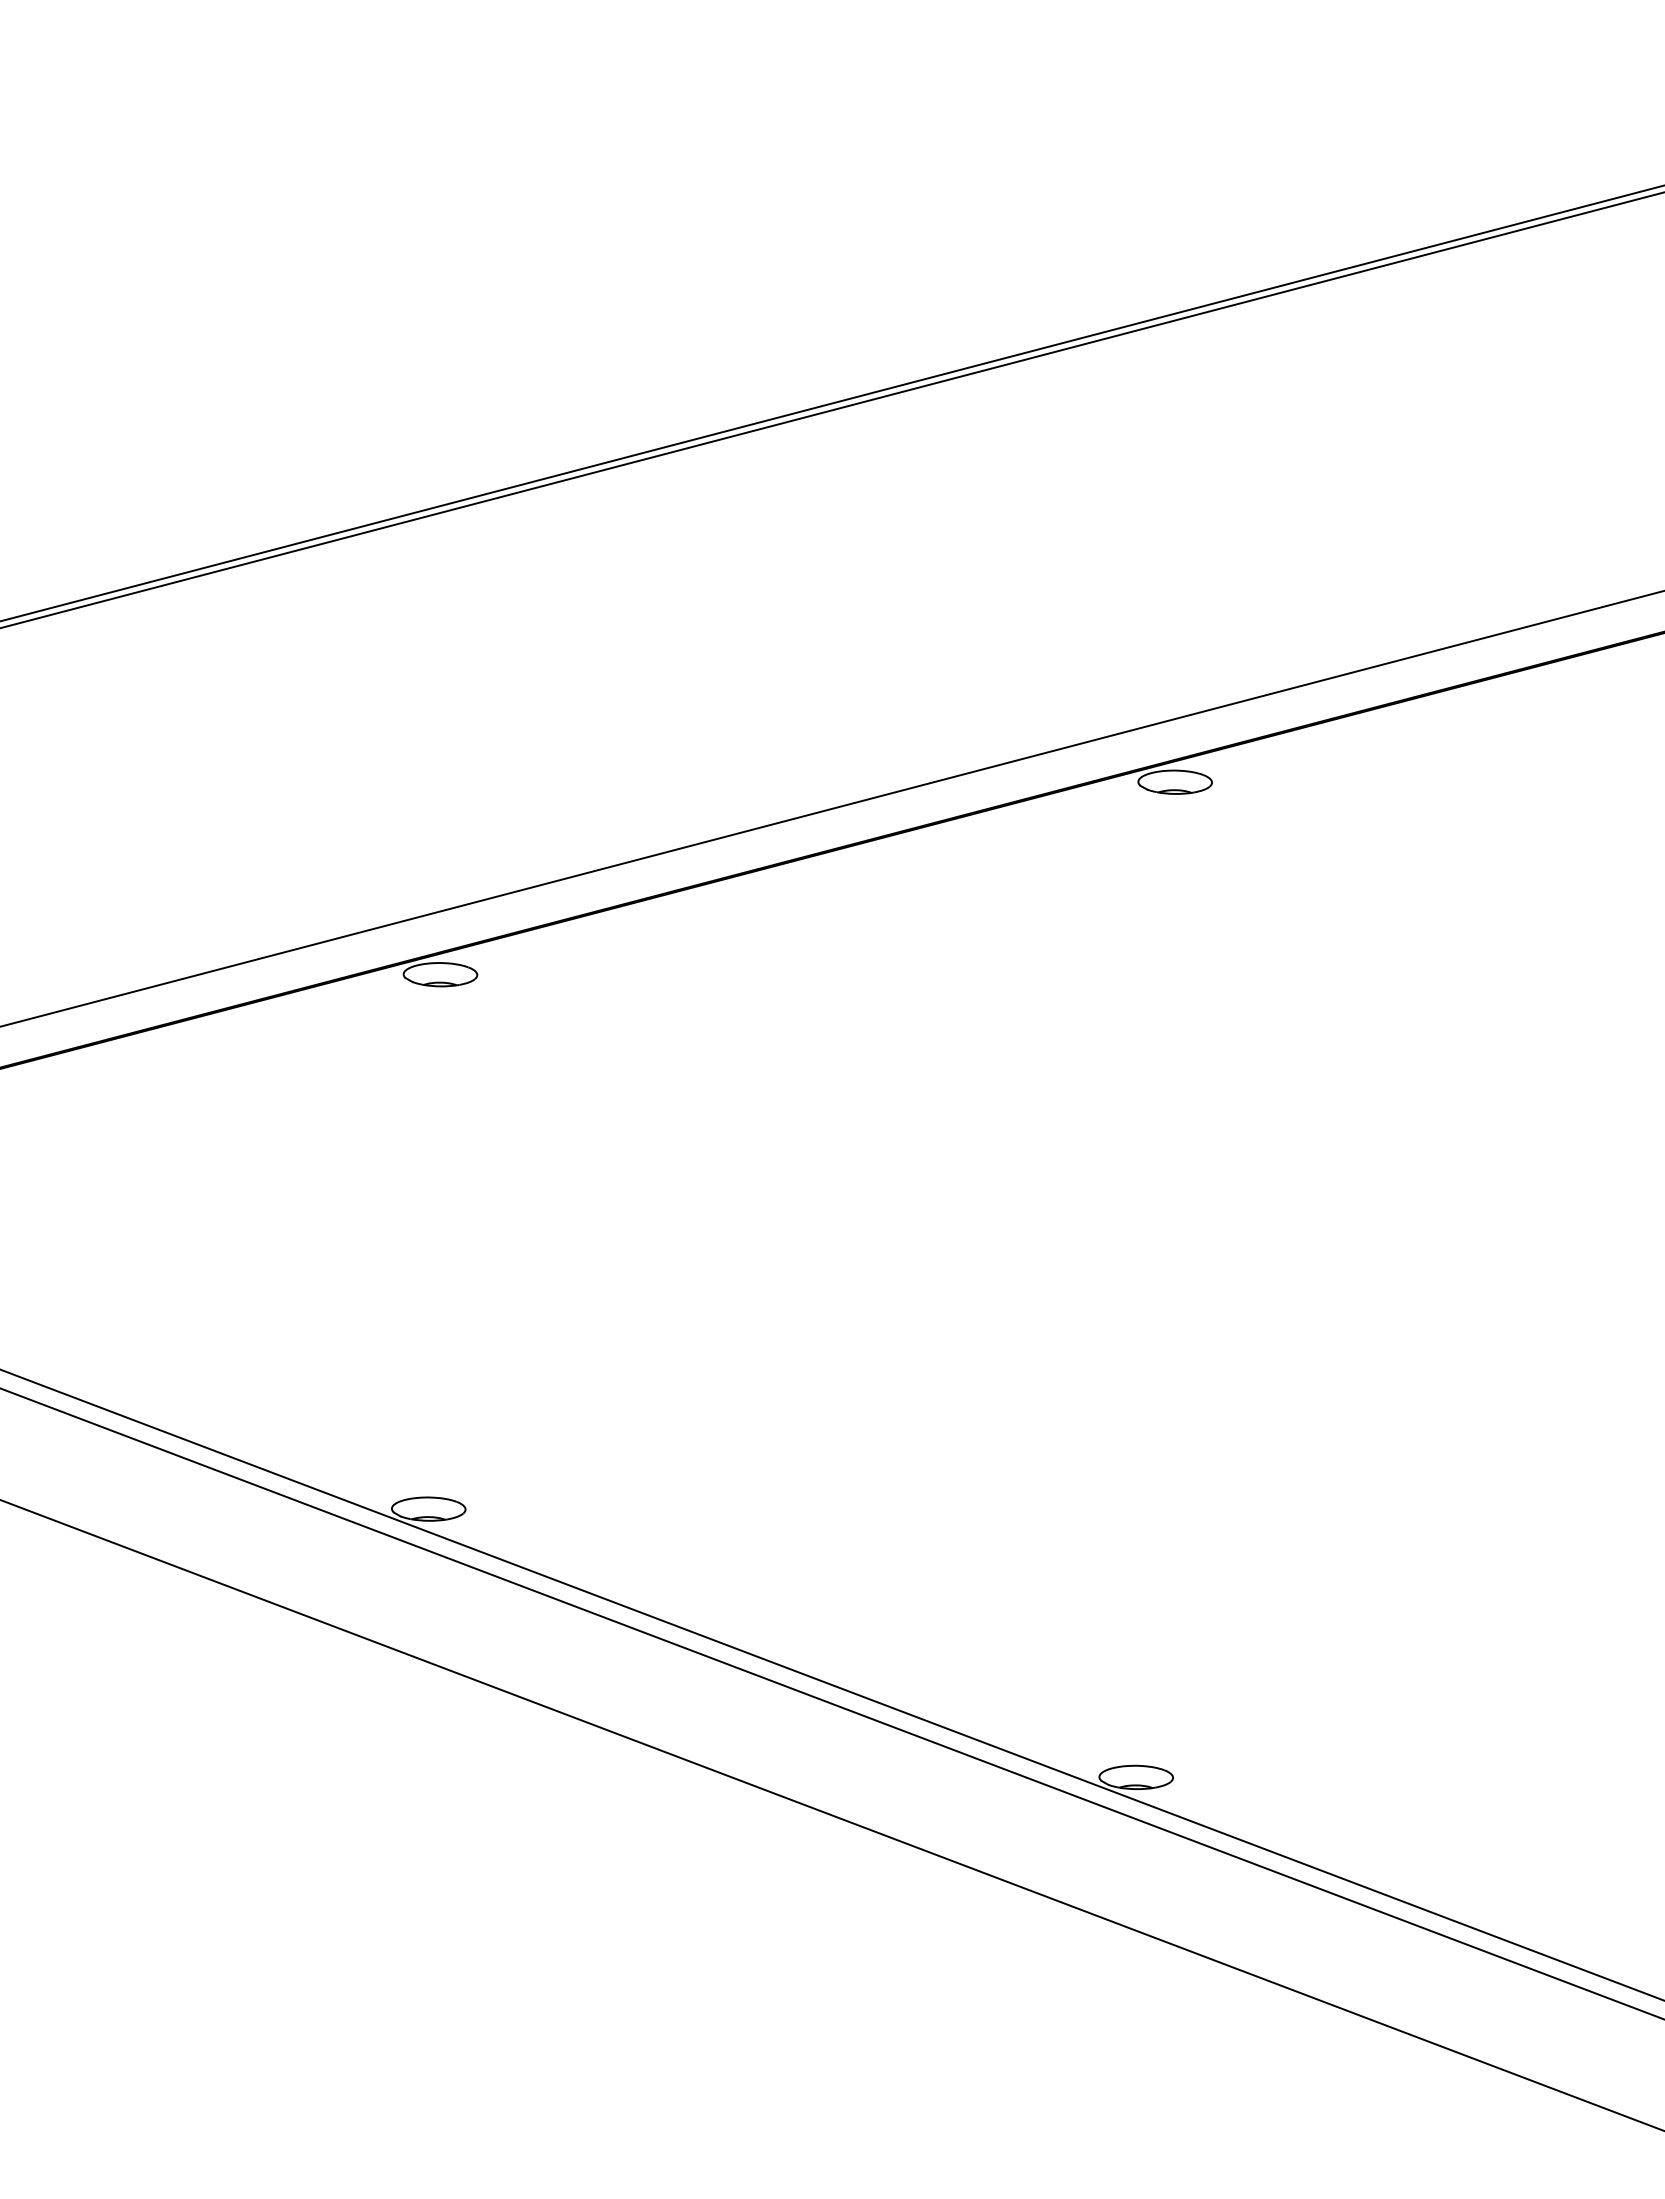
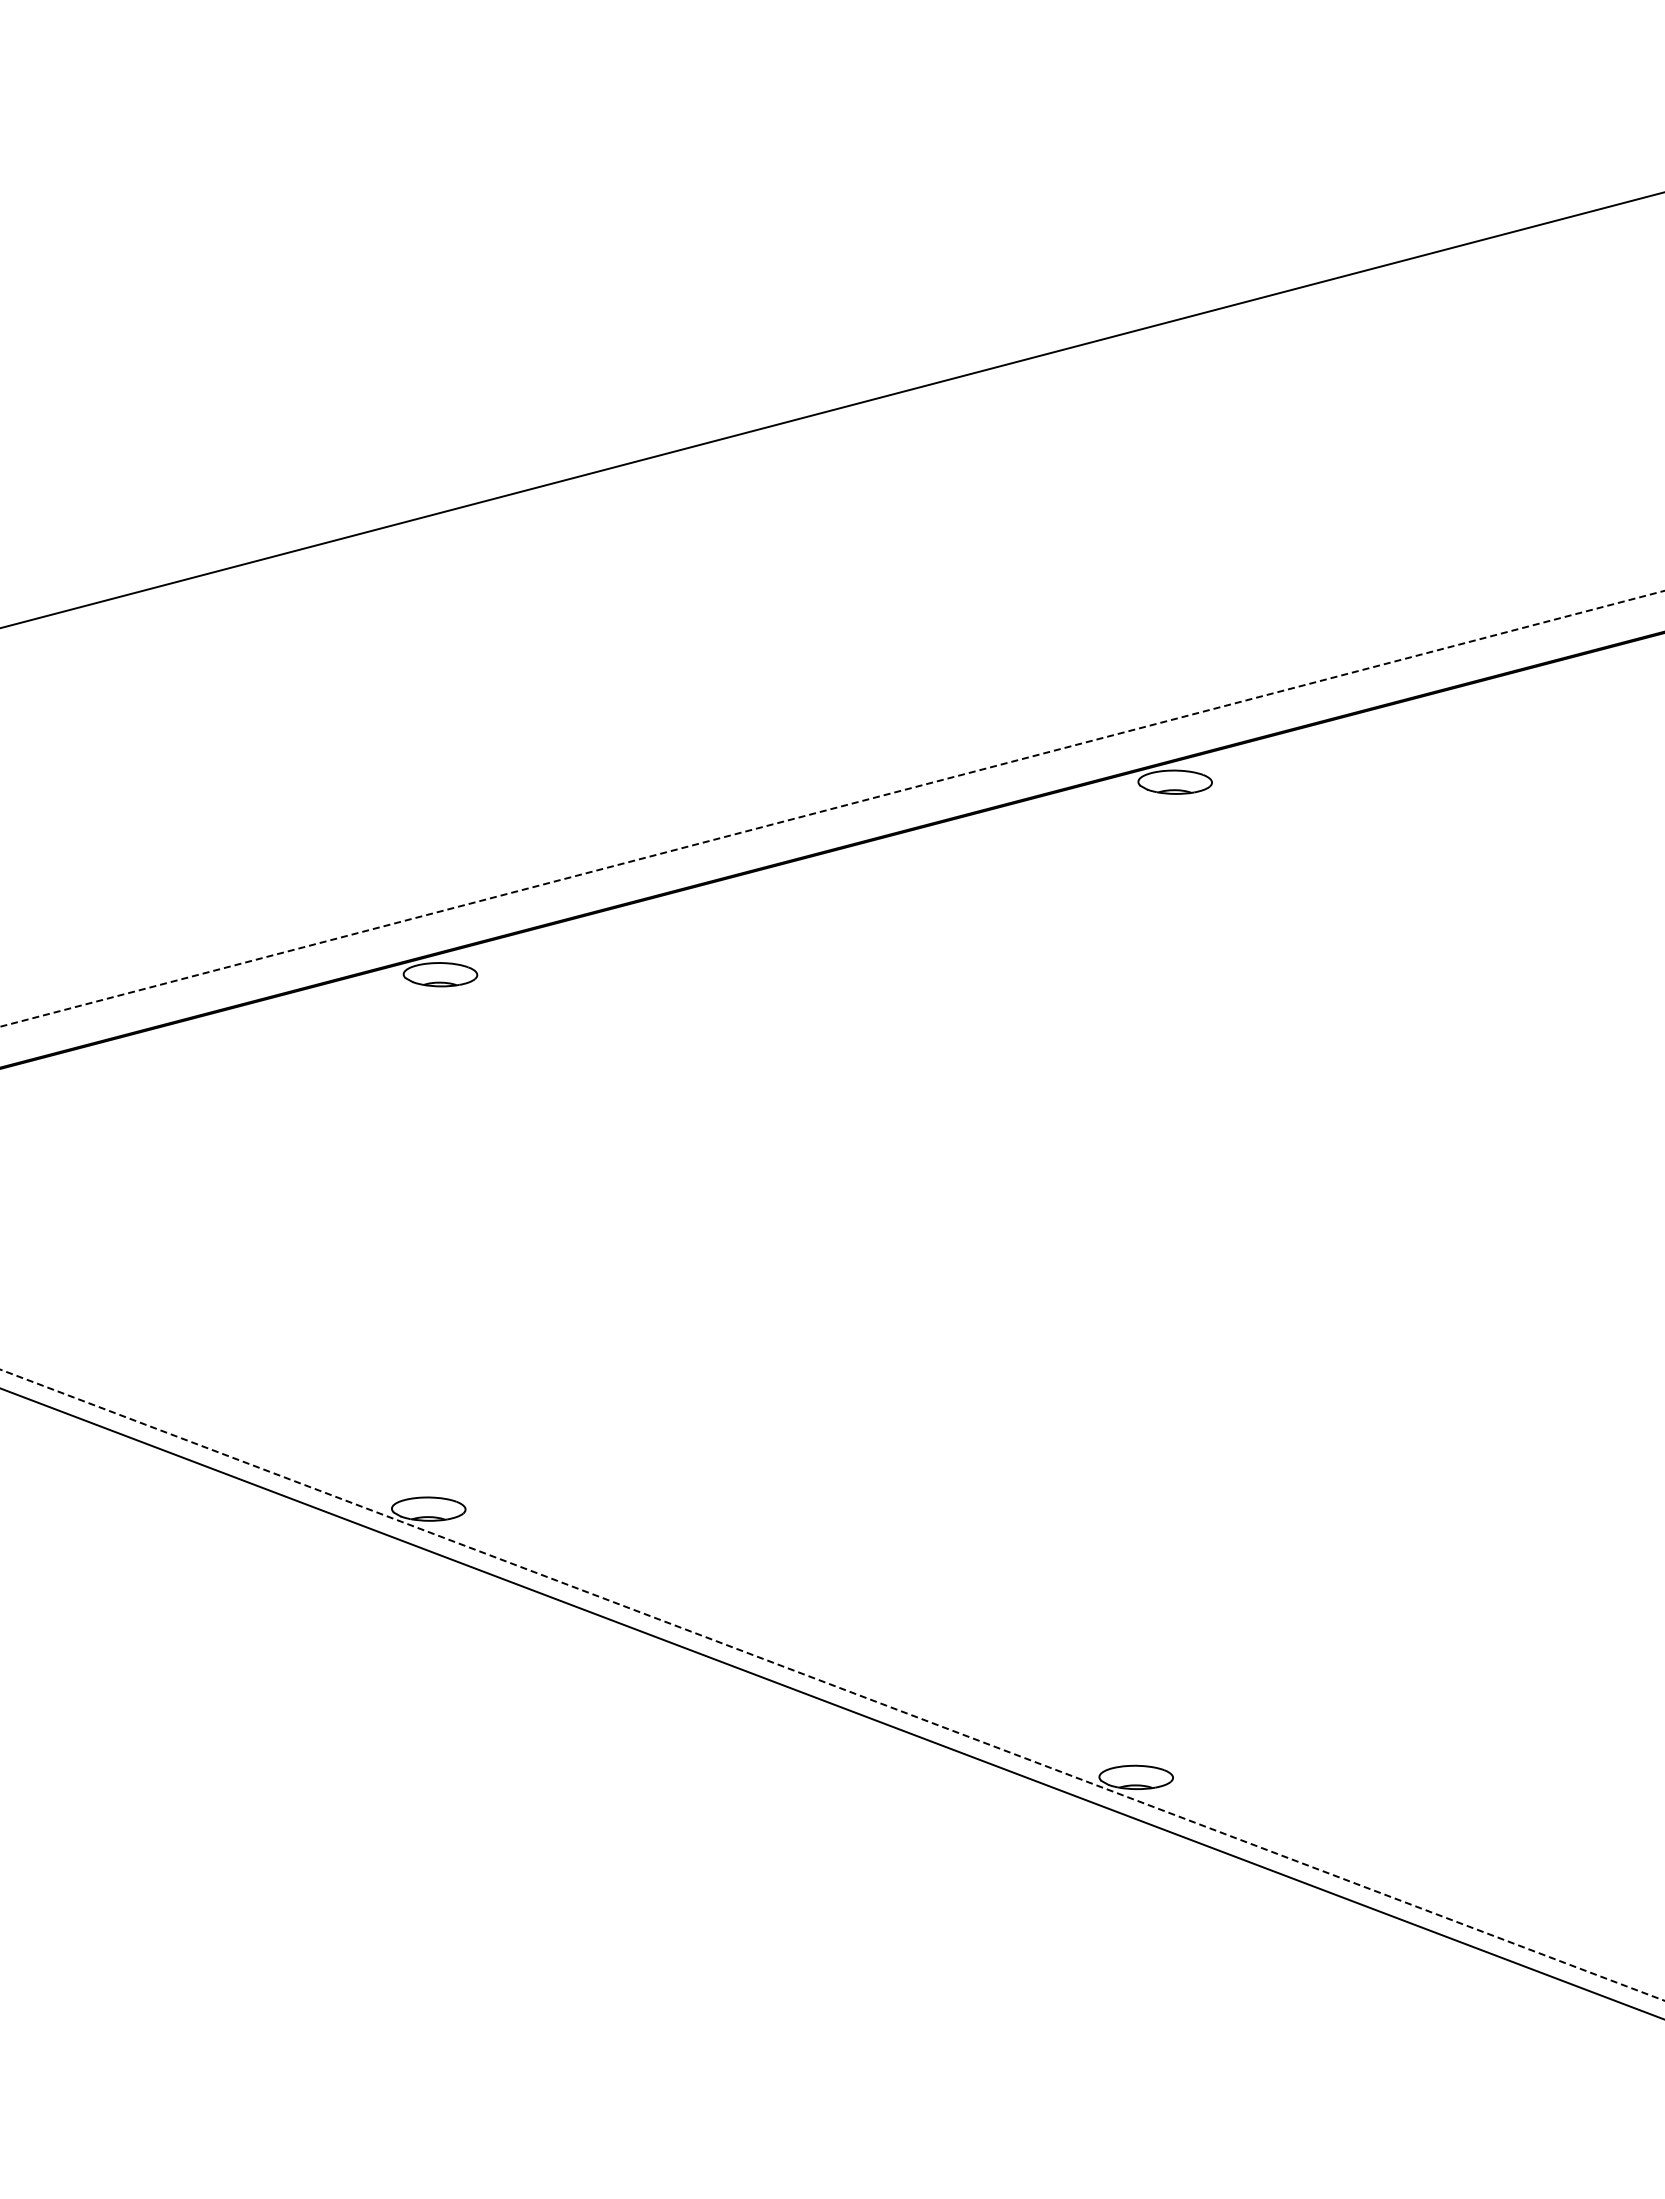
line at (831, 403): present -> none
line at (833, 808): solid -> dashed
line at (832, 1685): solid -> dashed
line at (831, 1814): present -> none
